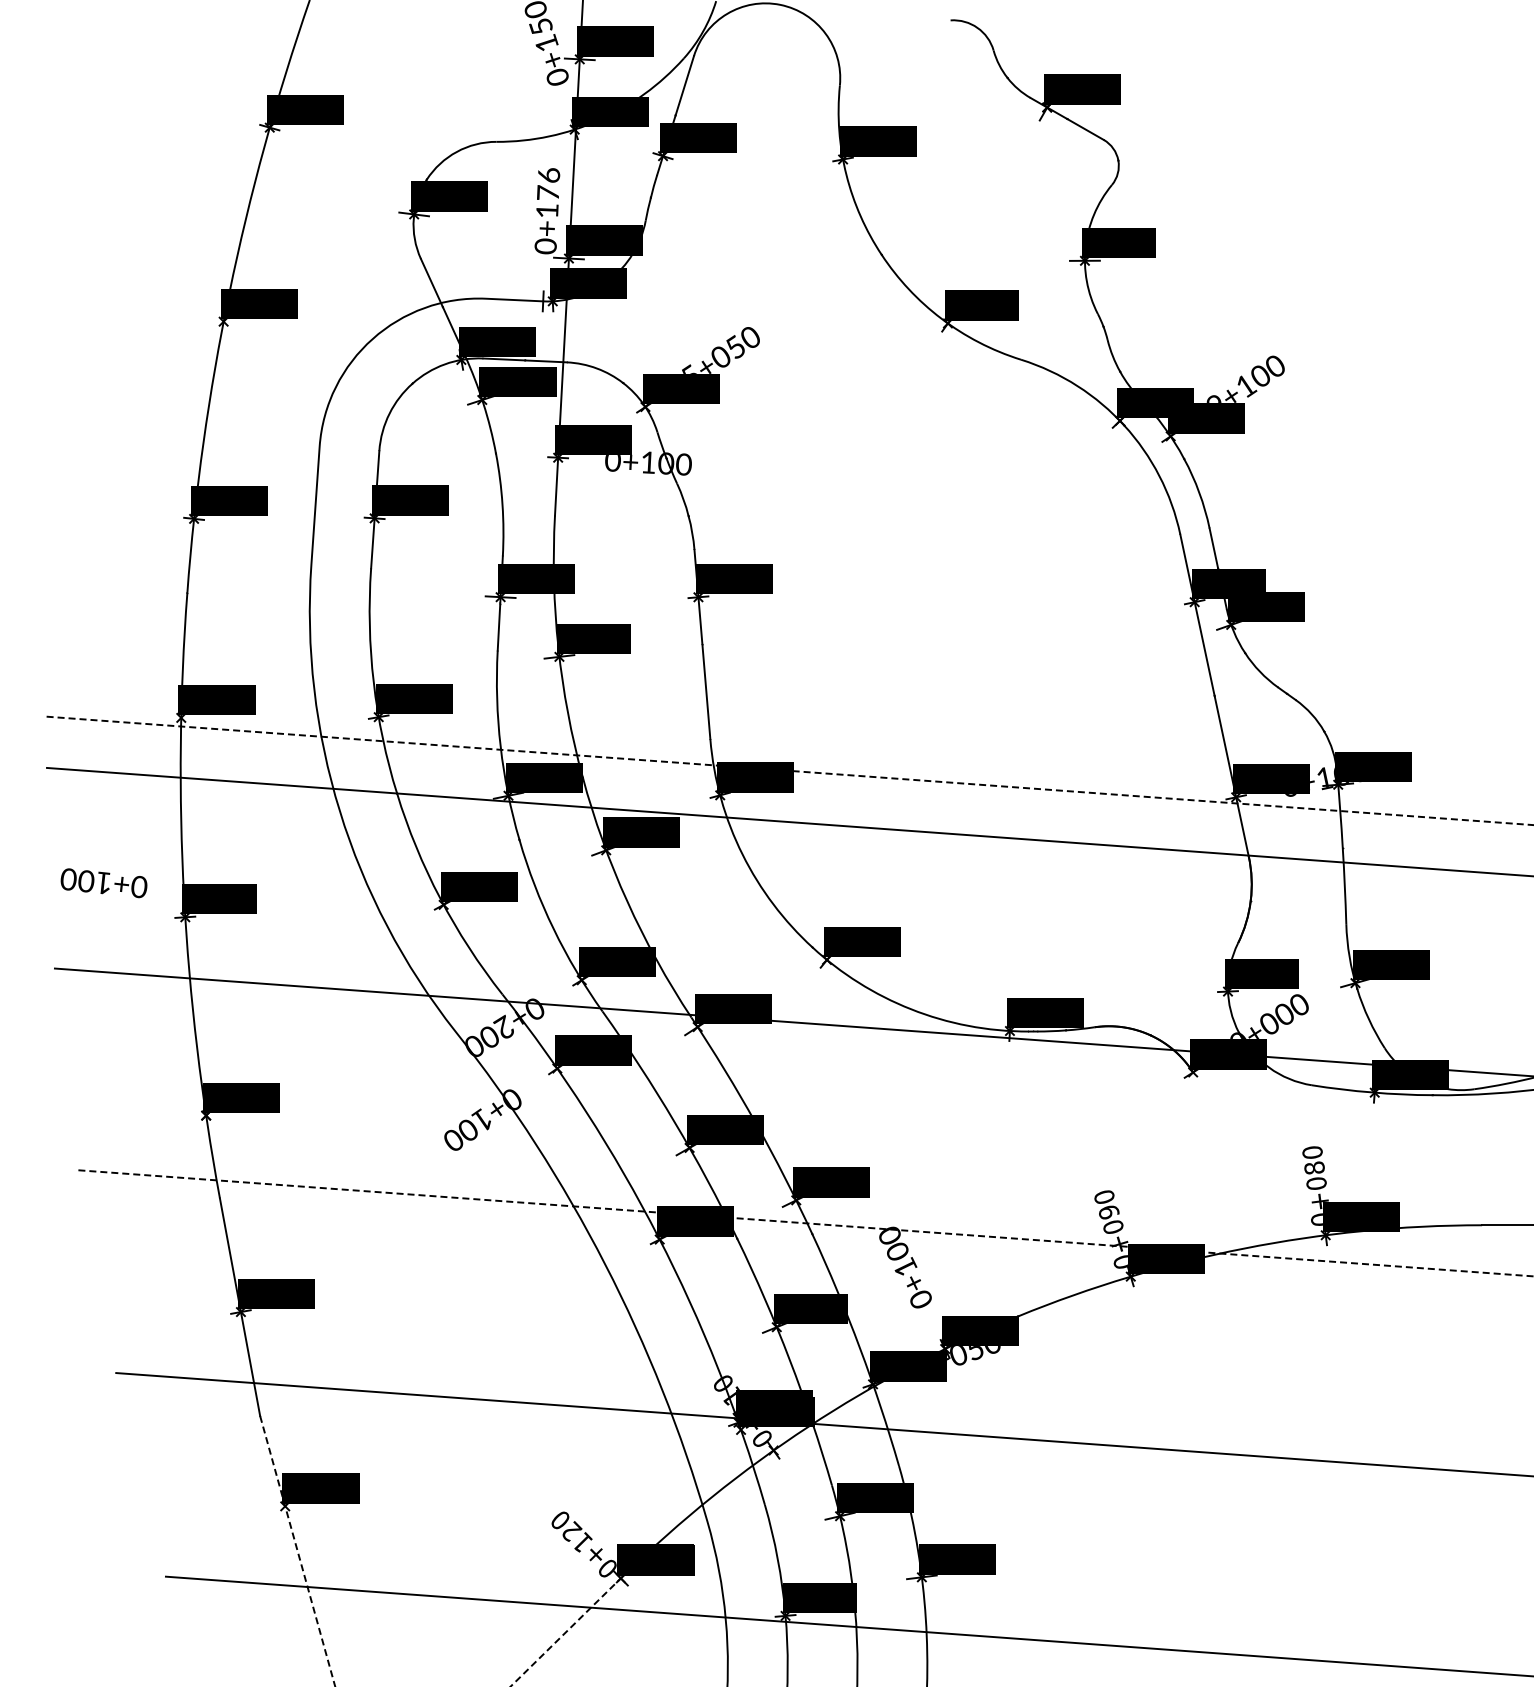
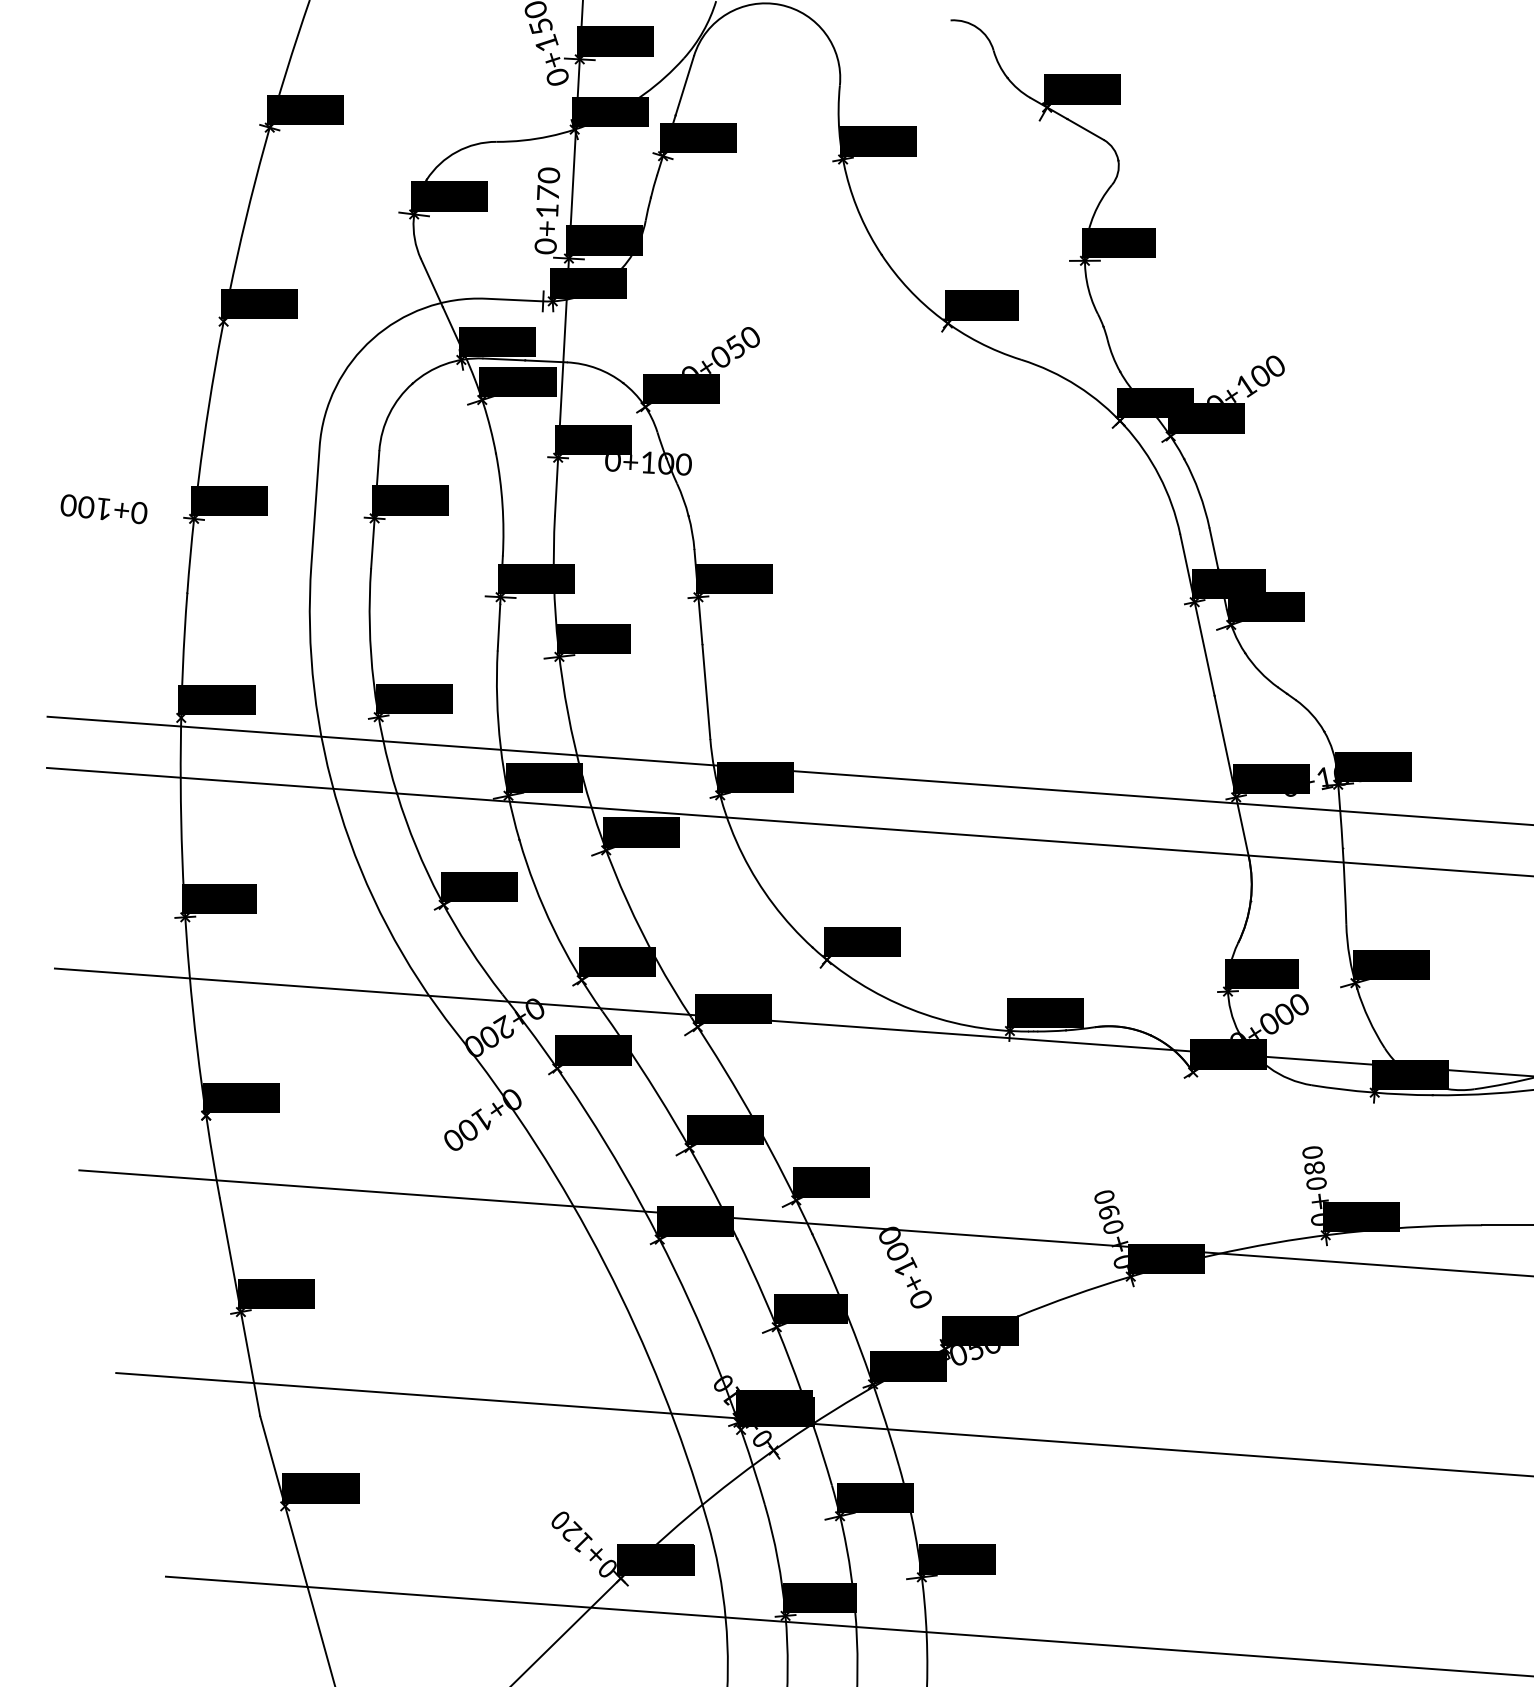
text at (548, 175): 0+176 -> 0+170
text at (690, 368): 5+050 -> 0+050
text at (1214, 399): 9+100 -> 0+100
line at (790, 770): dashed -> solid
text at (103, 883) position: (103, 883) -> (103, 509)
line at (806, 1223): dashed -> solid
line at (297, 1551): dashed -> solid
line at (566, 1631): dashed -> solid
